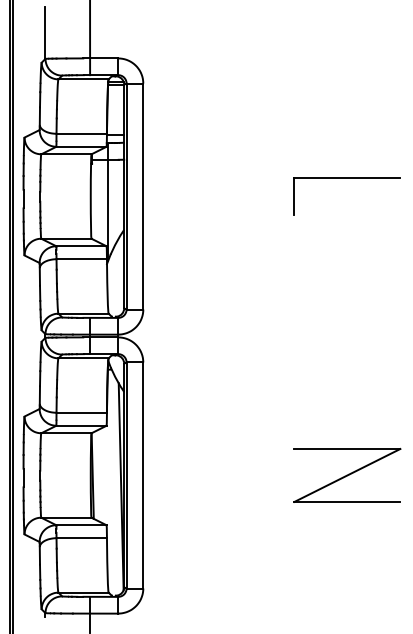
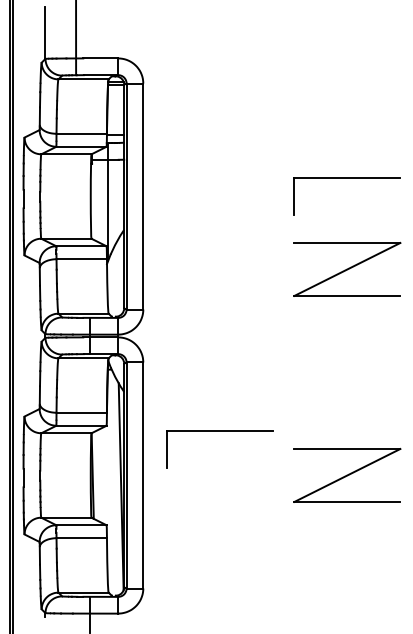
line at (90, 38) position: (90, 38) -> (76, 38)
part at (347, 269): none -> present
part at (219, 431): none -> present
